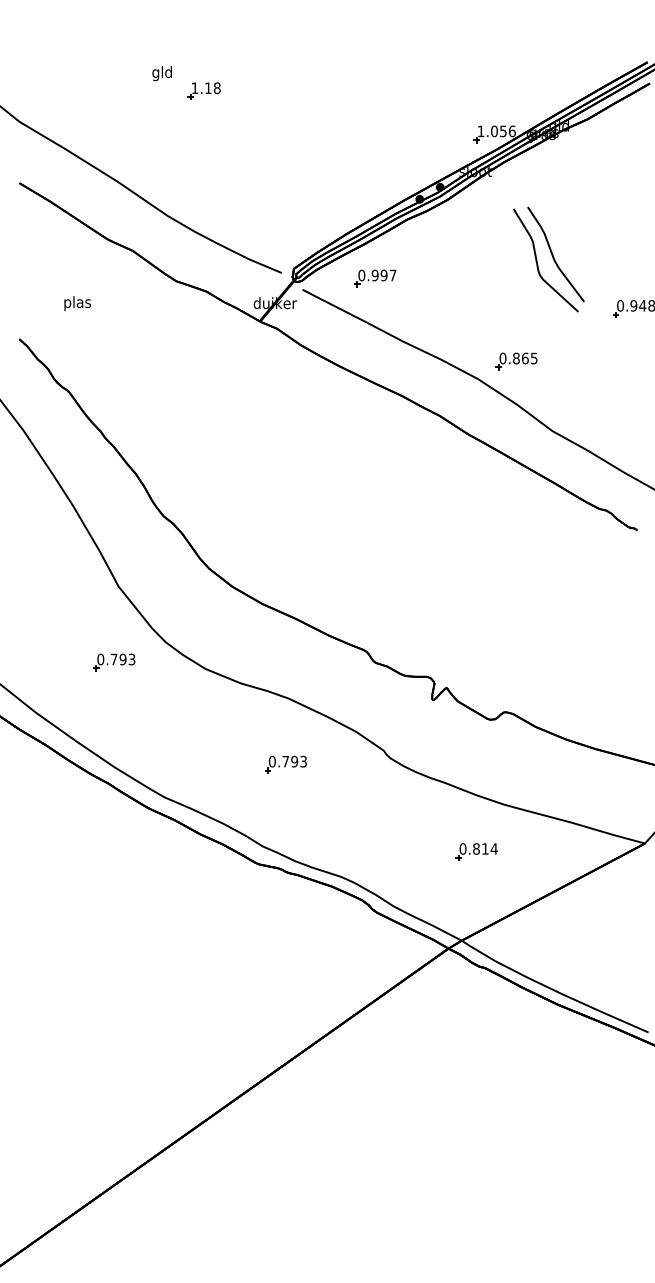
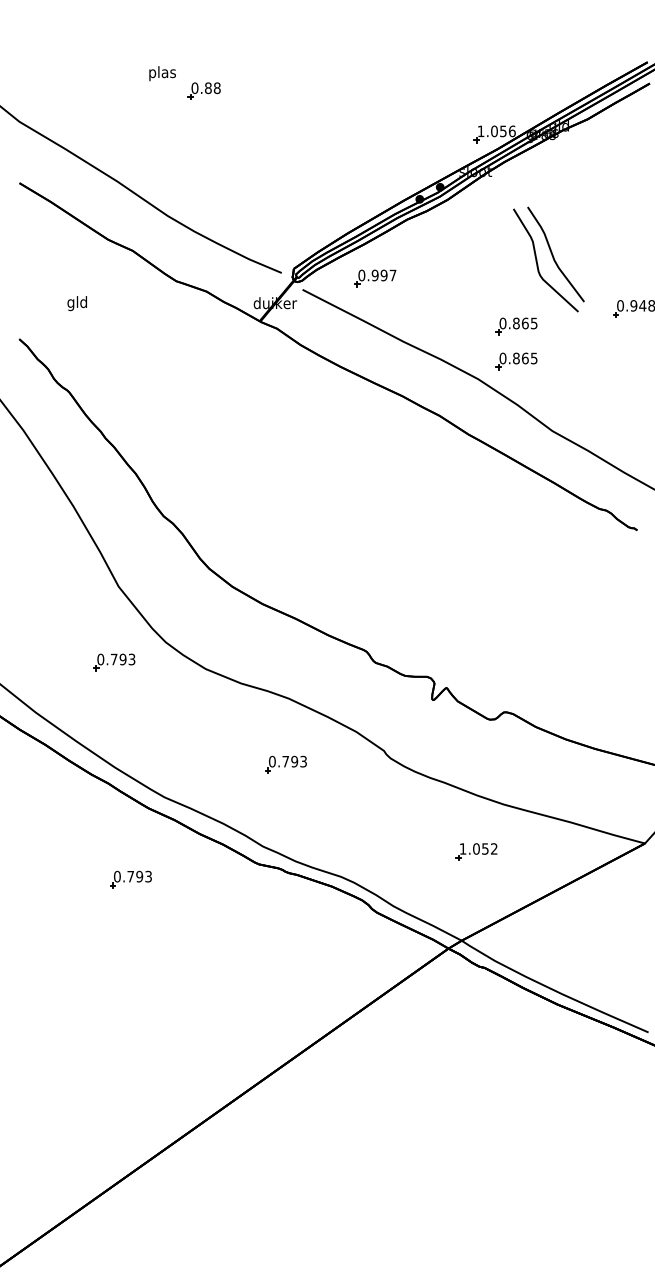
text at (162, 73): gld -> plas
text at (201, 88): 1.18 -> 0.88
text at (77, 303): plas -> gld
part at (516, 326): none -> present
text at (478, 848): 0.814 -> 1.052
part at (130, 879): none -> present
